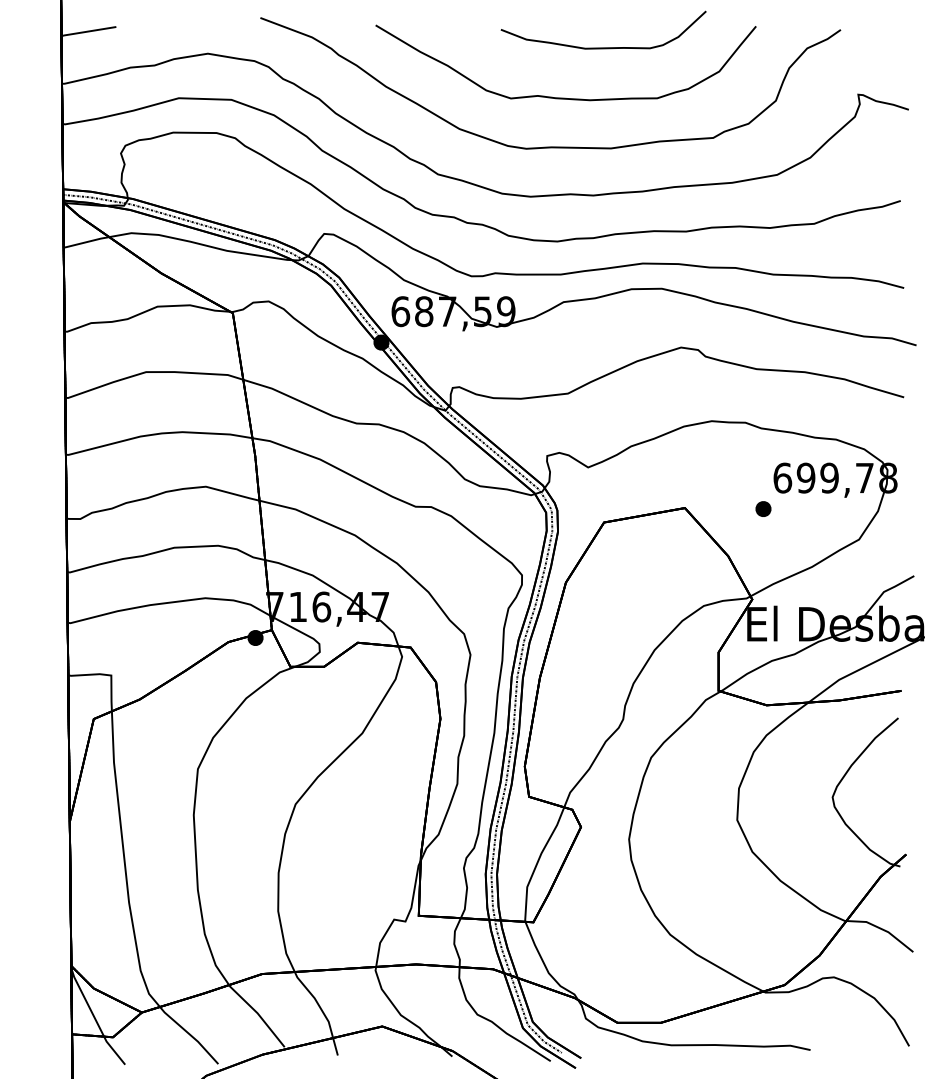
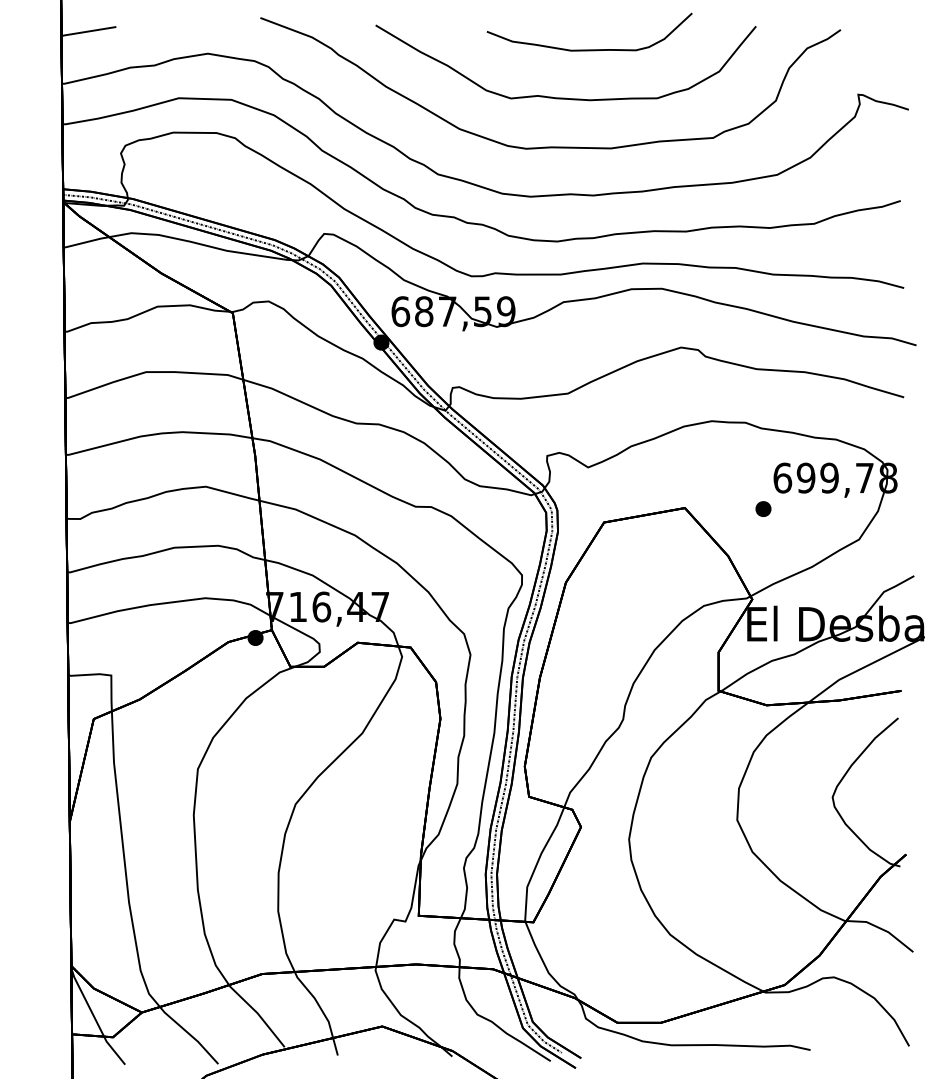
part at (603, 47) position: (603, 47) -> (589, 49)
